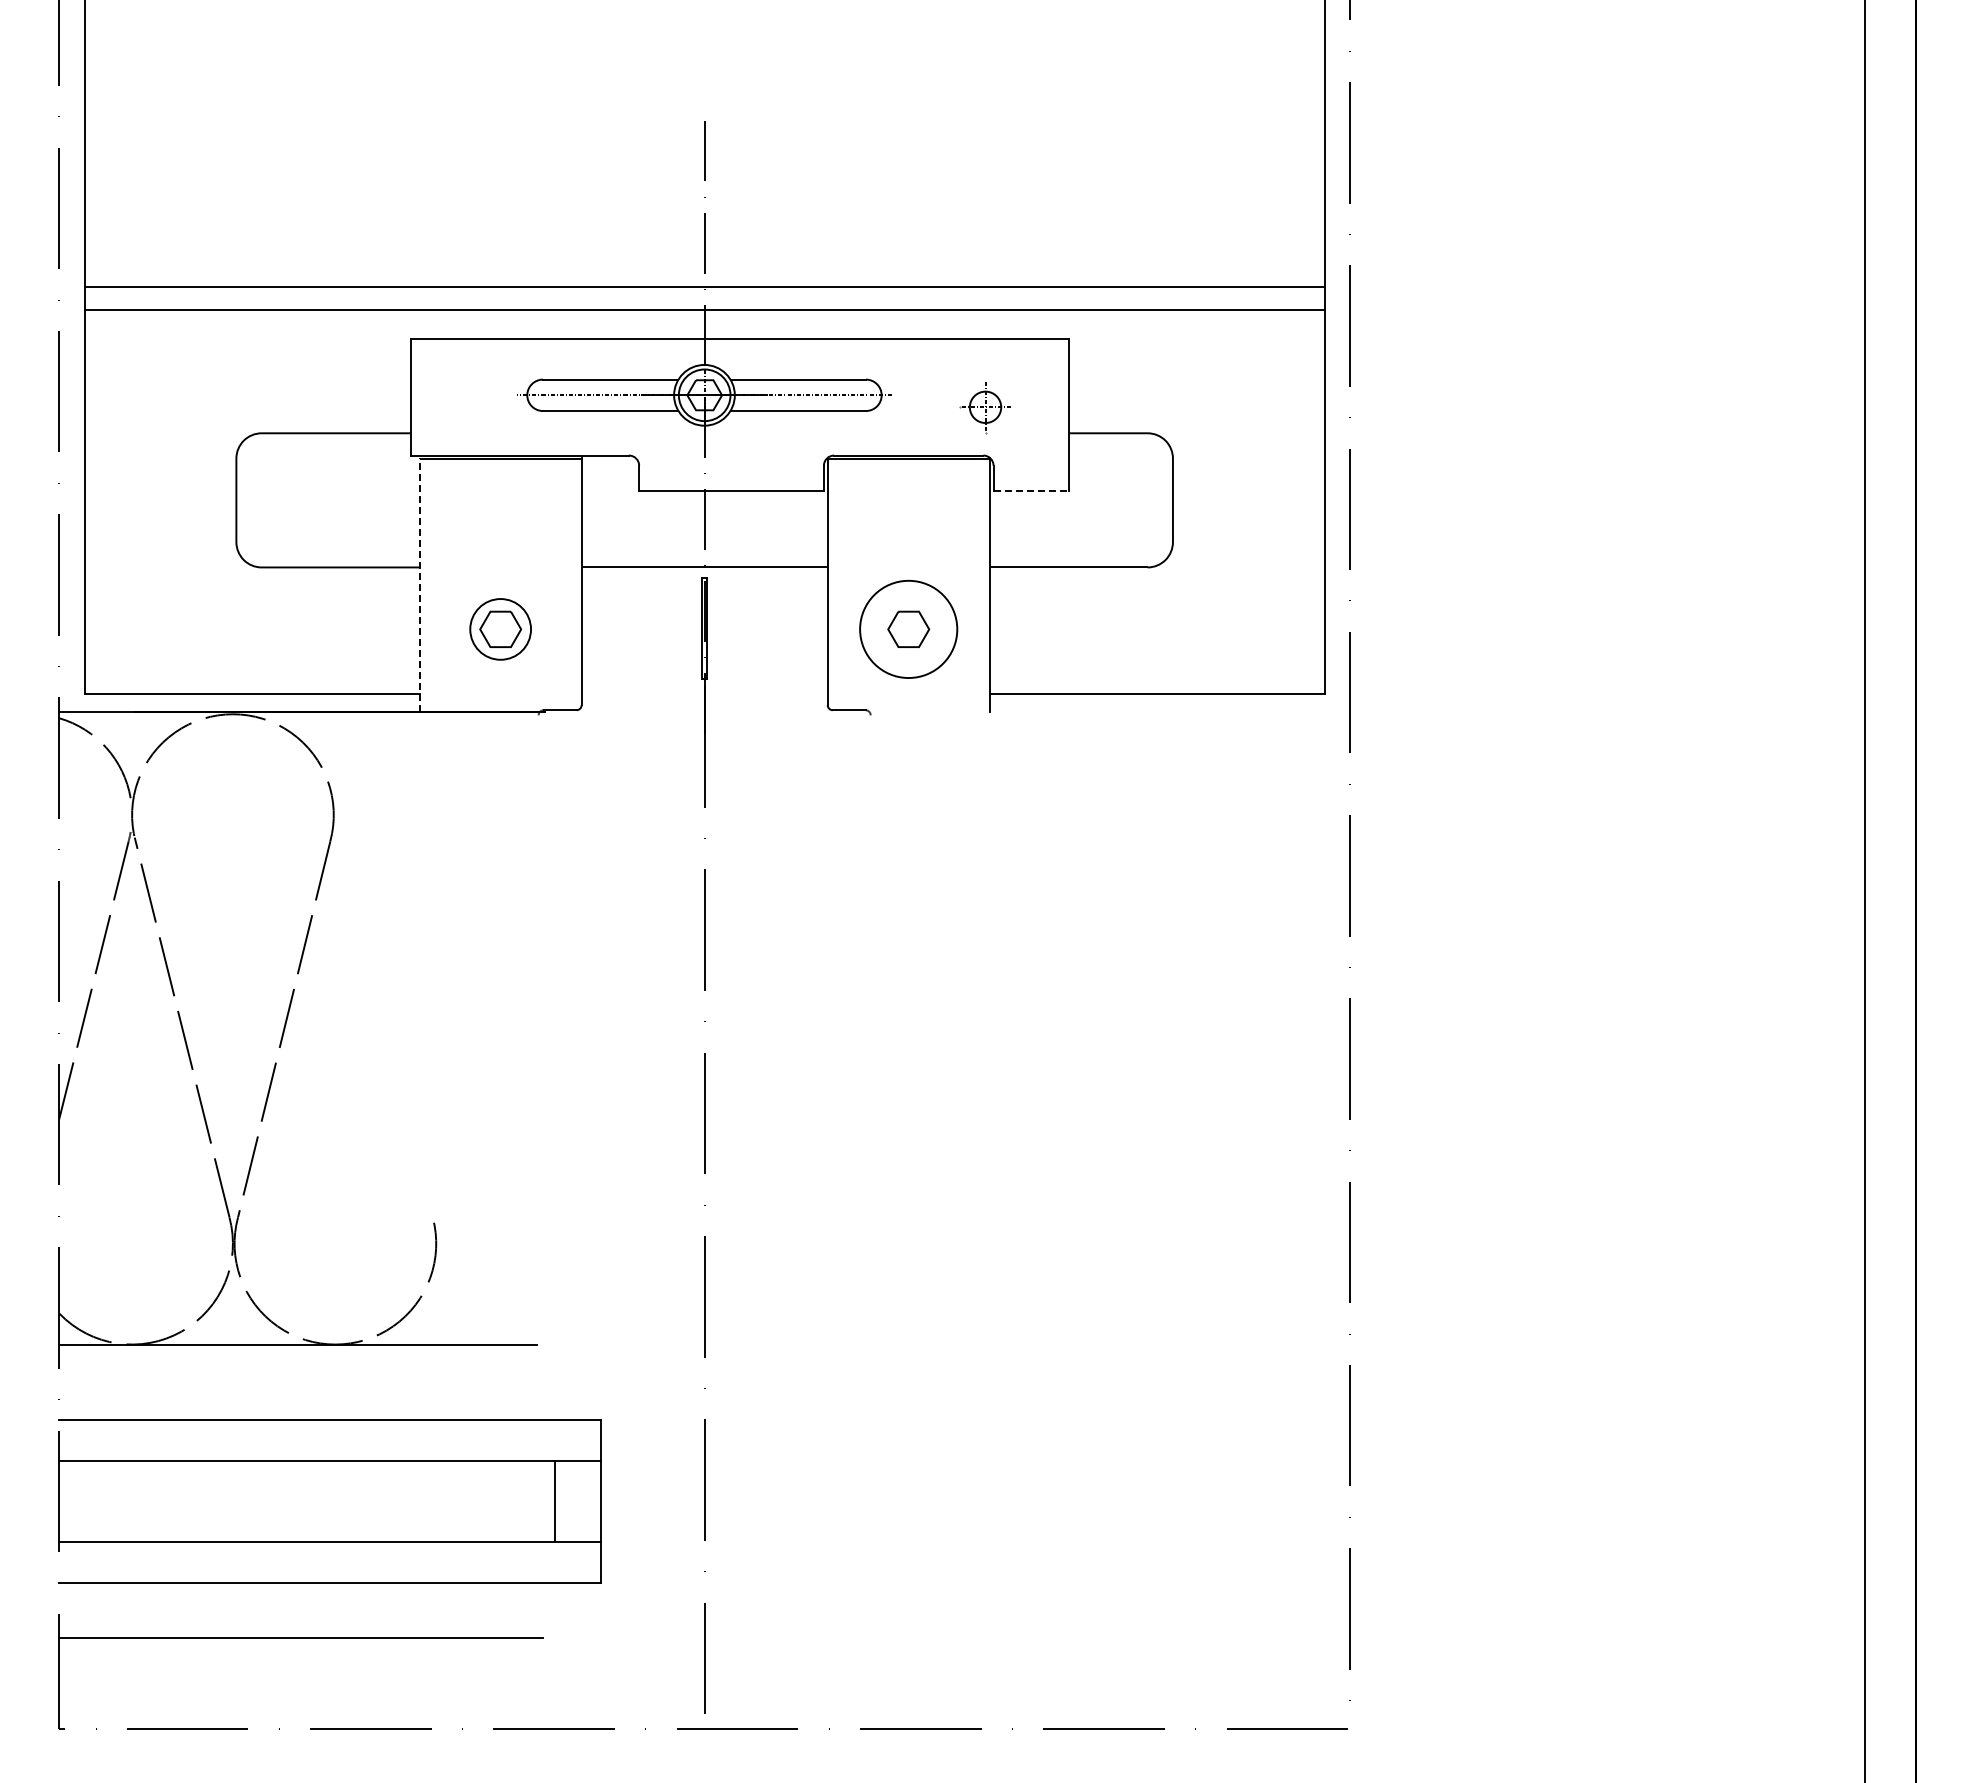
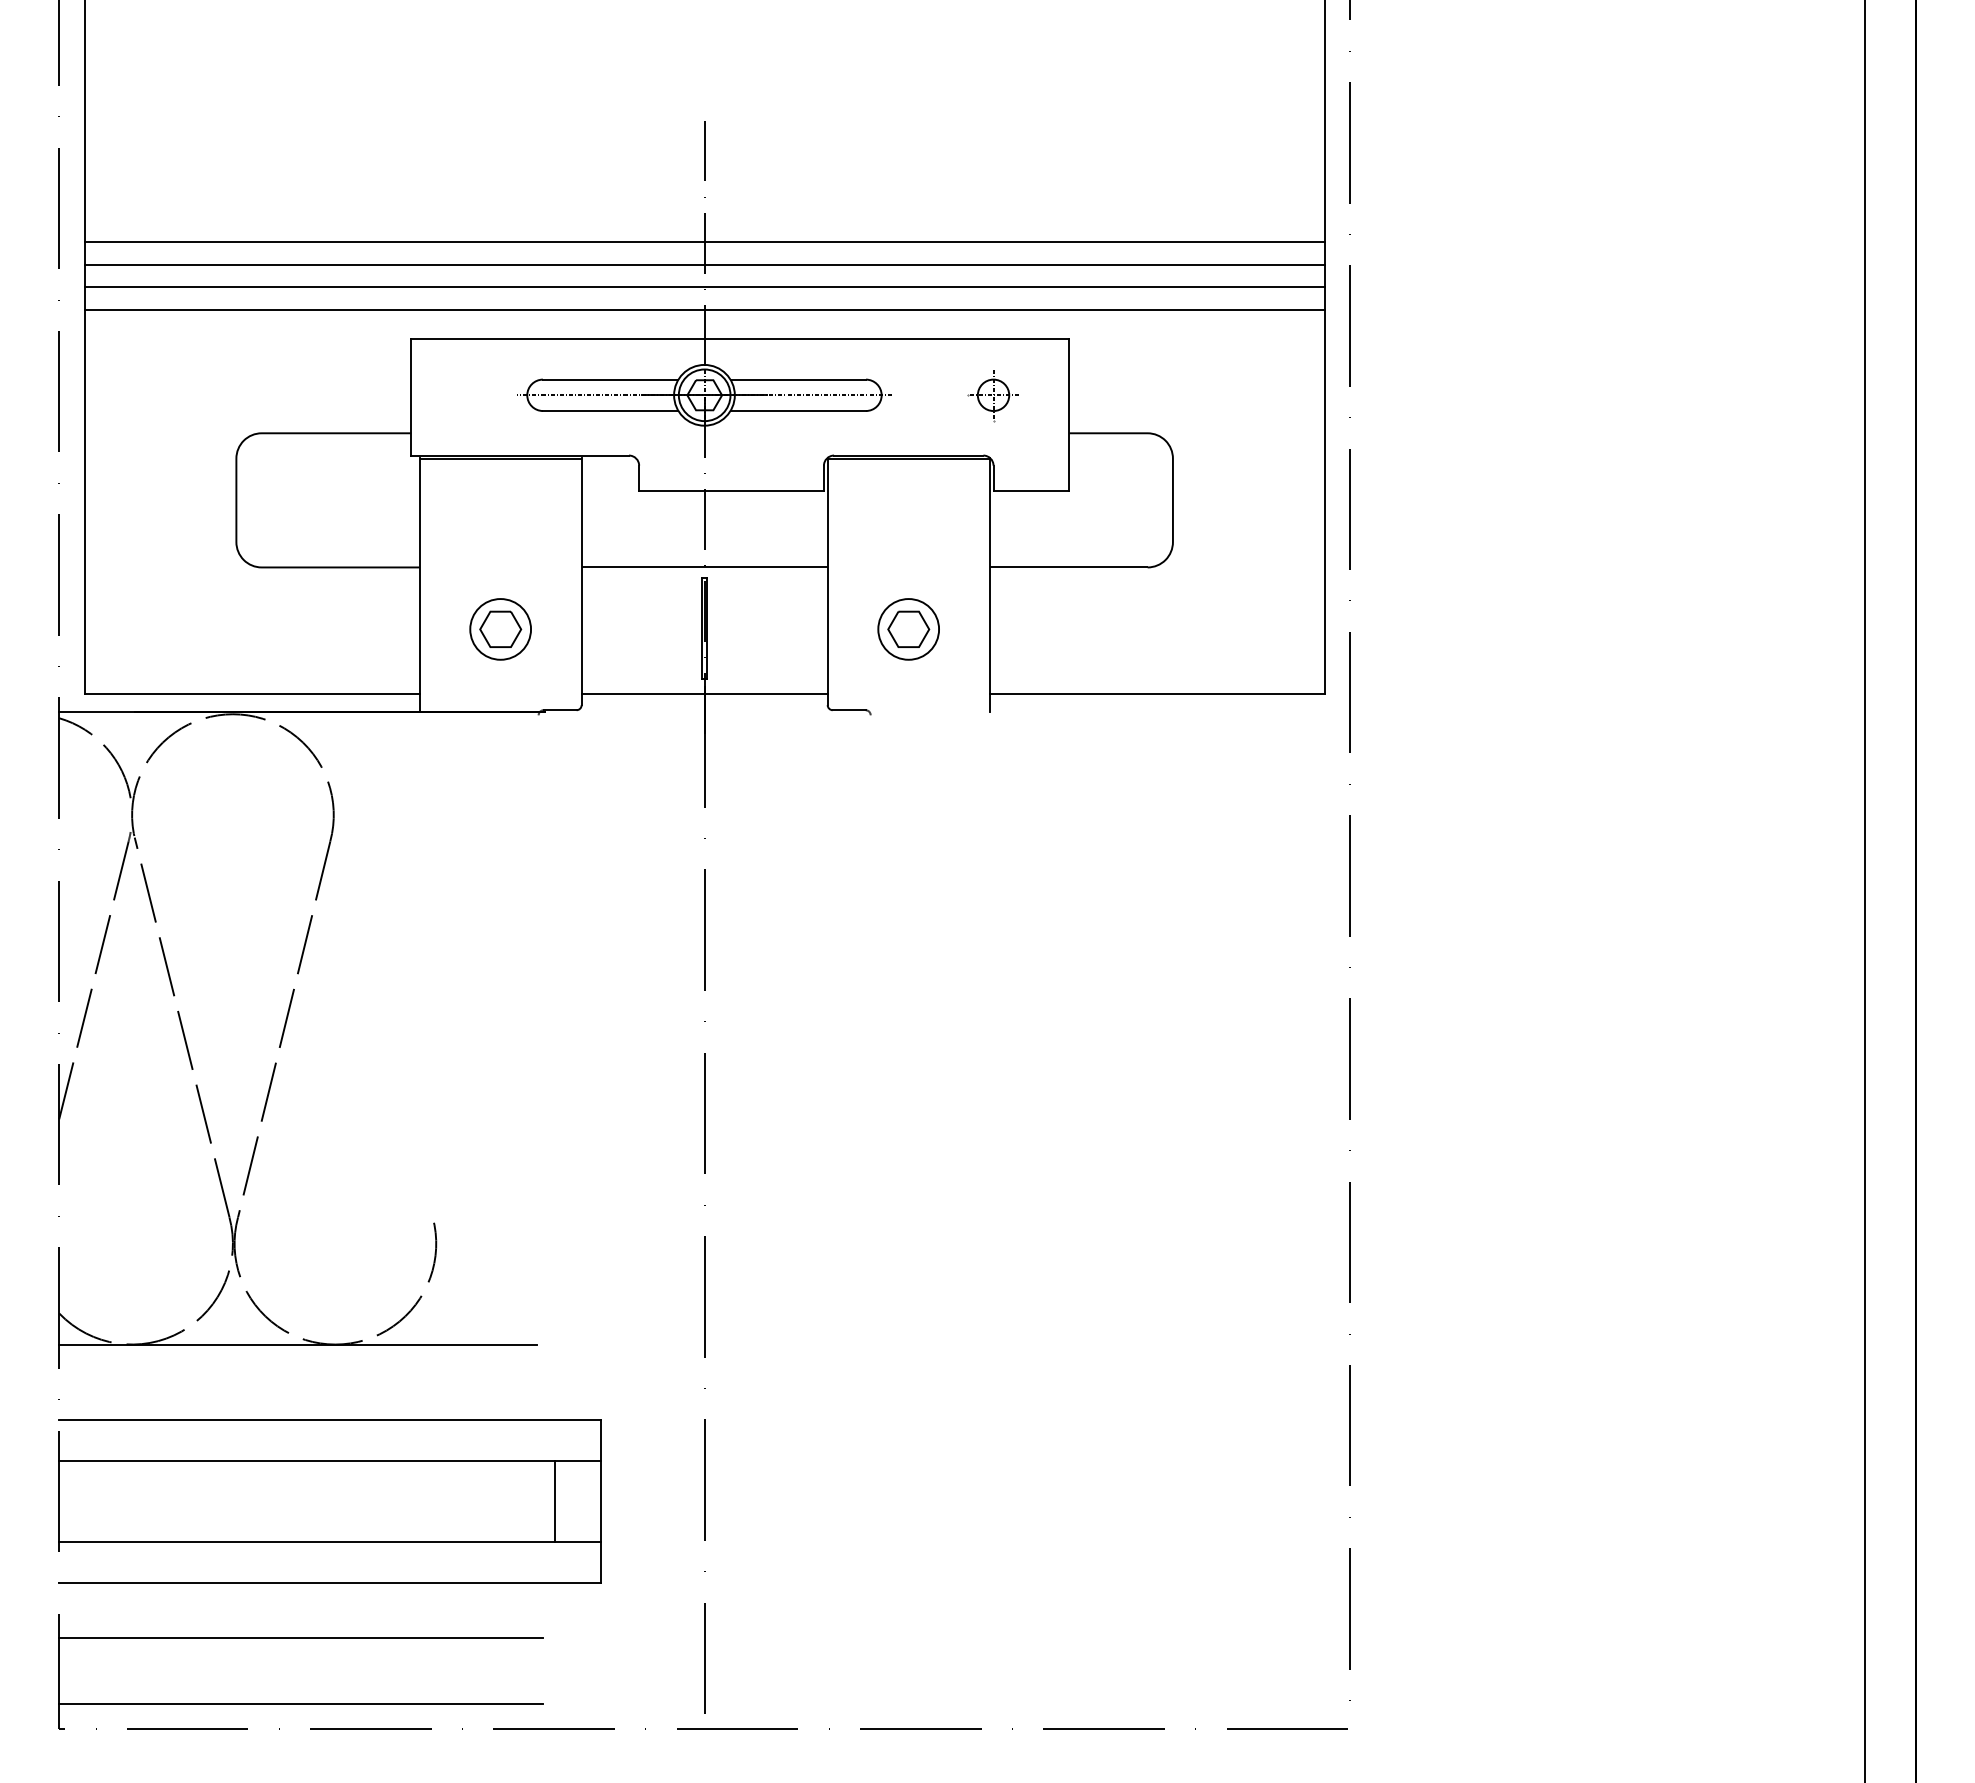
line at (704, 242): none -> present
line at (704, 265): none -> present
part at (984, 408) position: (984, 408) -> (992, 396)
line at (1031, 491): dashed -> solid
line at (419, 584): dashed -> solid
circle at (908, 629) diameter: 97 px -> 61 px
line at (704, 694): none -> present
line at (300, 1704): none -> present
